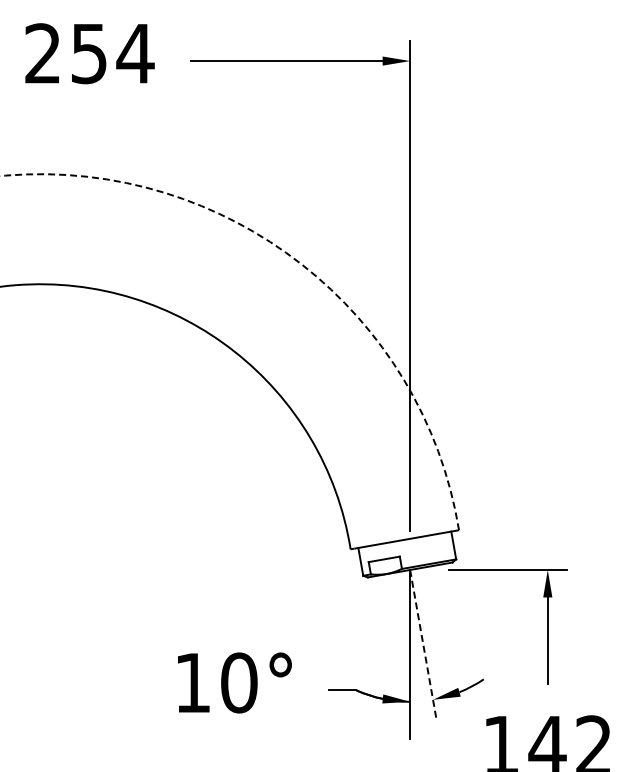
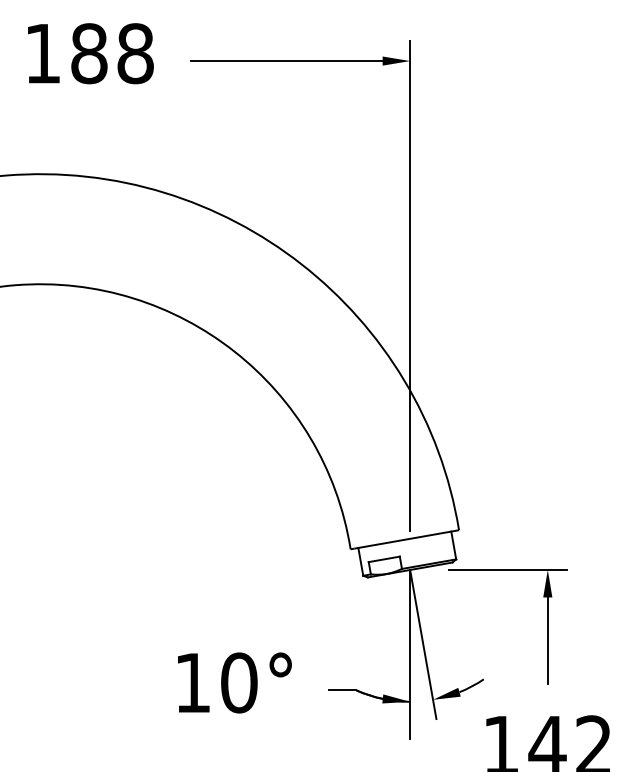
text at (89, 53): 254 -> 188
arc at (299, 262): dashed -> solid
line at (423, 644): dashed -> solid
